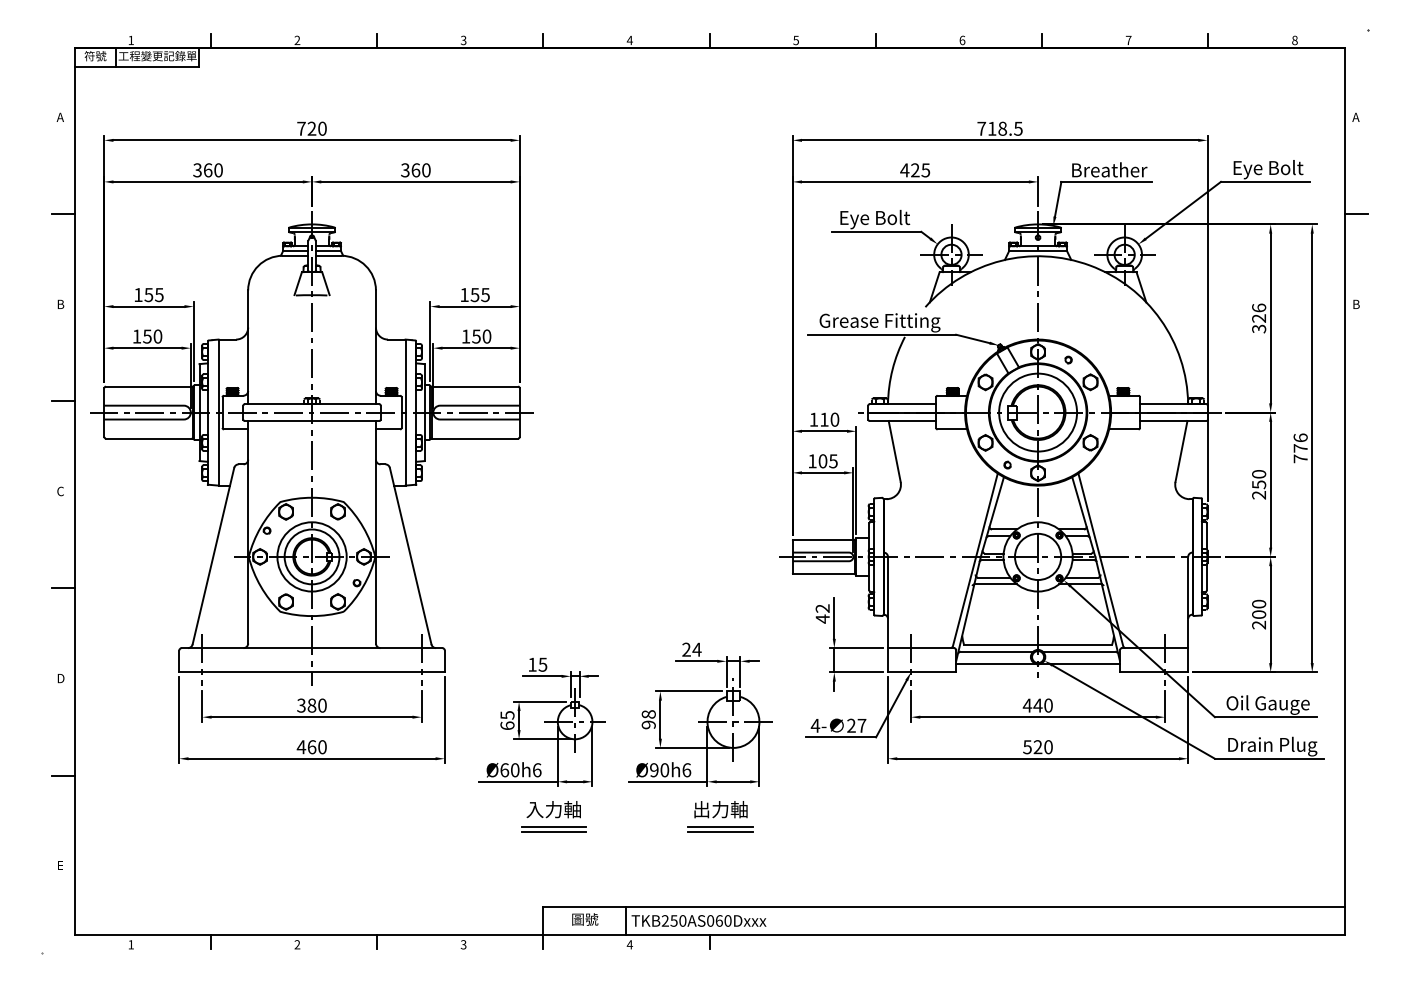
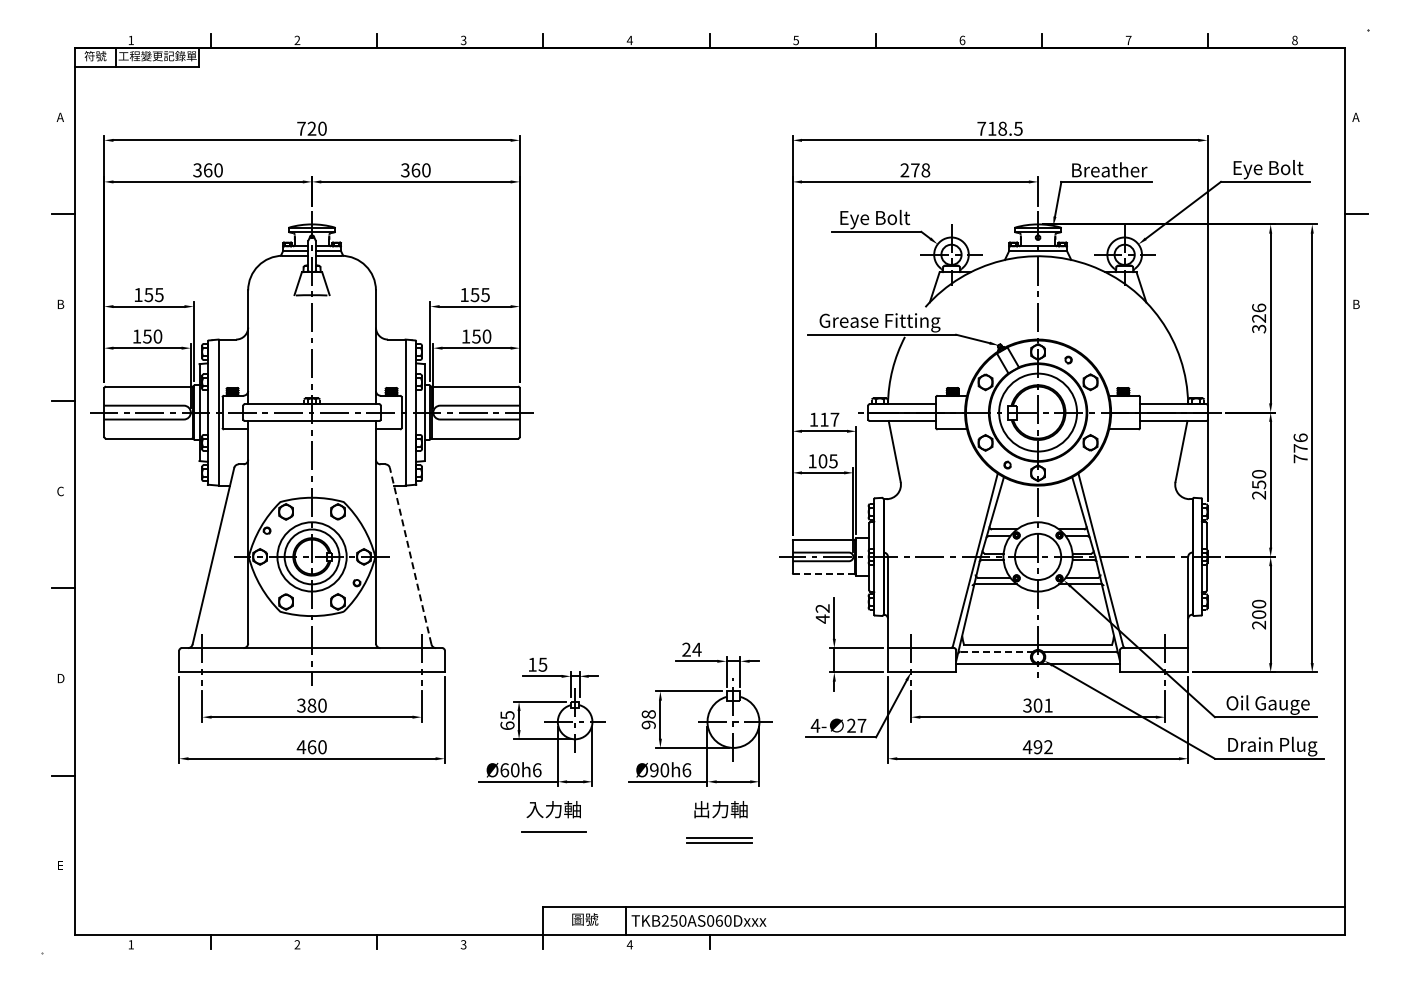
text at (915, 170): 425 -> 278
text at (834, 419): 110 -> 117
line at (410, 555): solid -> dashed
line at (824, 574): solid -> dashed
line at (997, 651): solid -> dashed
text at (1037, 705): 440 -> 301
text at (1037, 747): 520 -> 492
line at (553, 827): present -> none
part at (720, 829) position: (720, 829) -> (719, 840)
